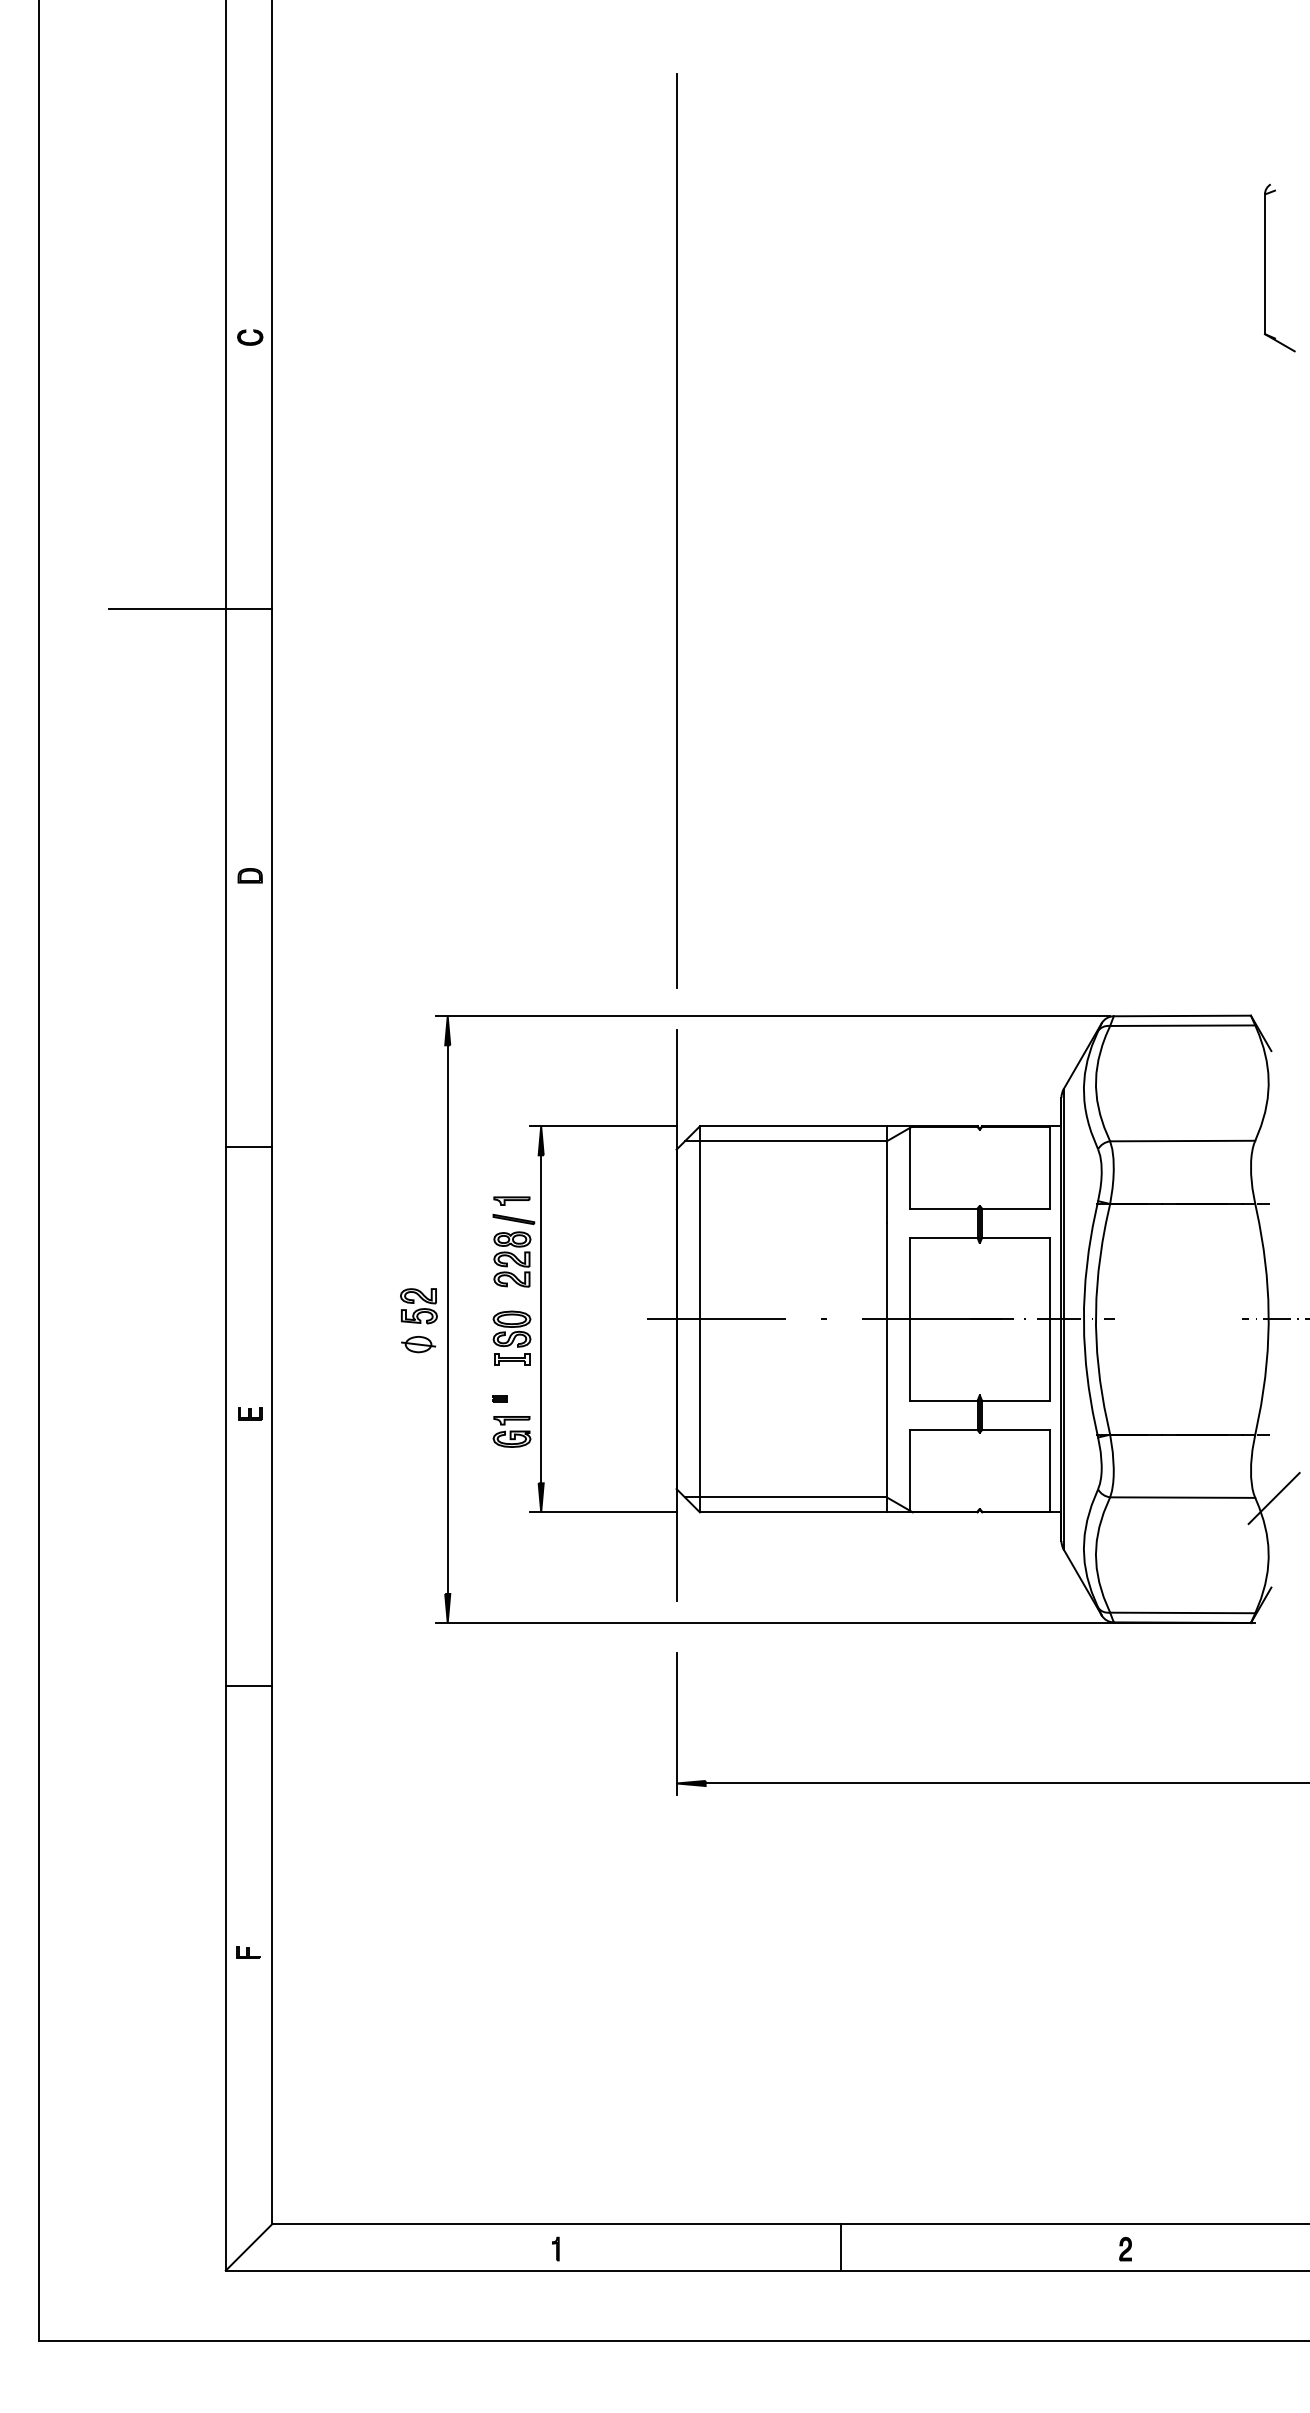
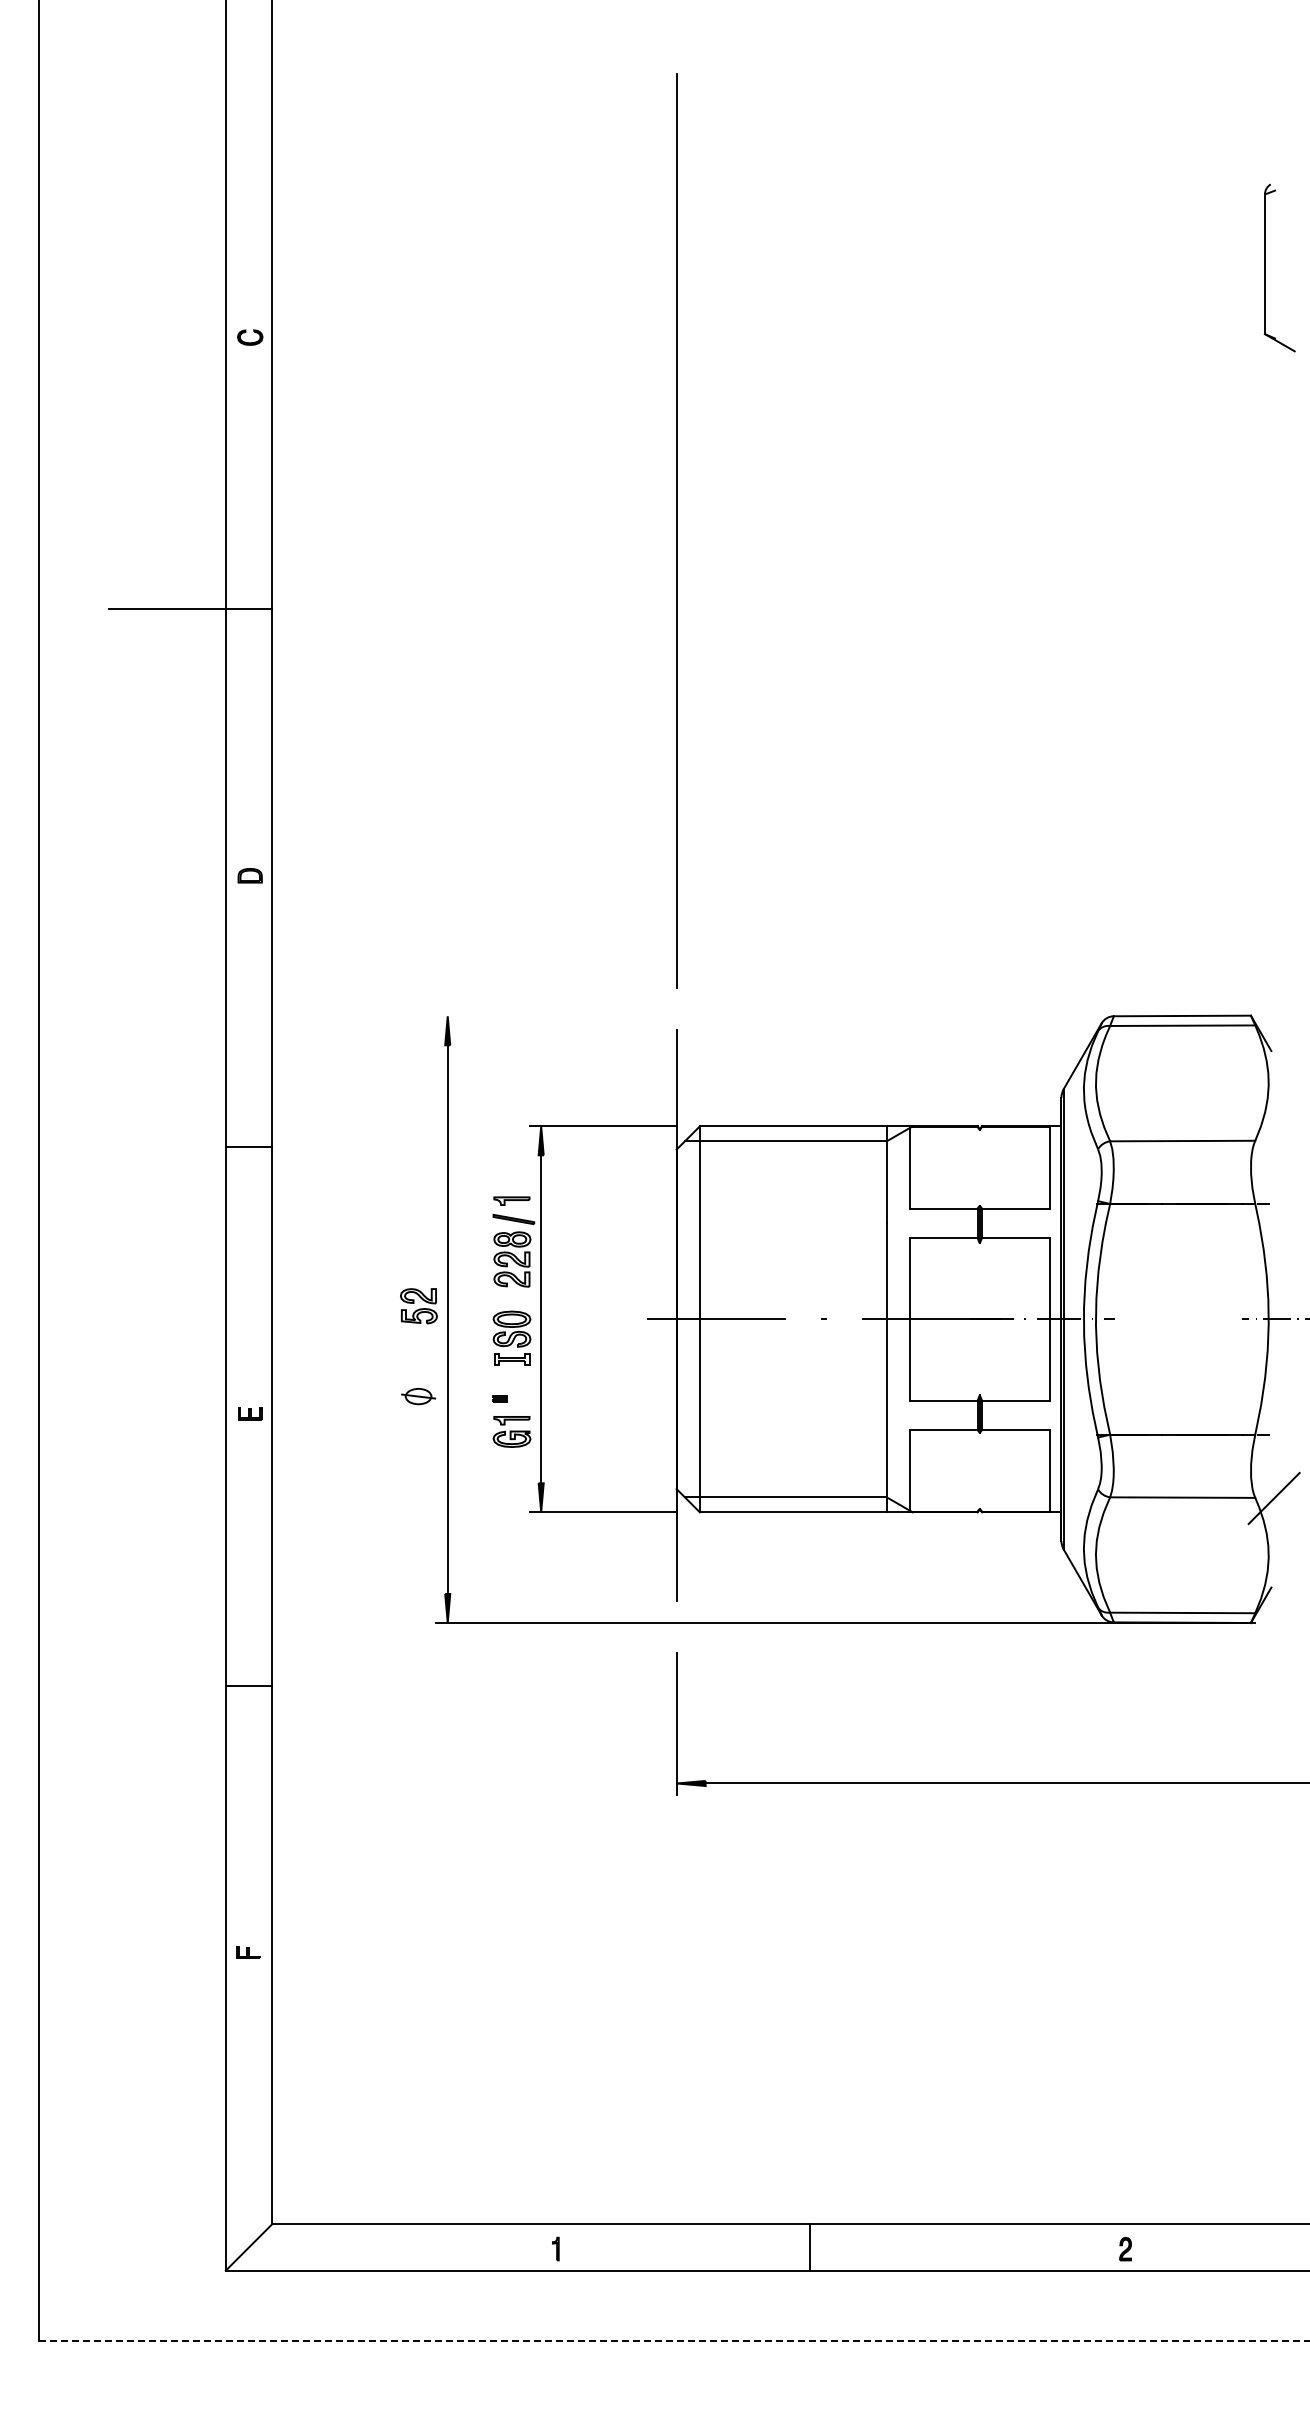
line at (773, 1016): present -> none
part at (418, 1344) position: (418, 1344) -> (418, 1396)
line at (841, 2246) position: (841, 2246) -> (810, 2246)
line at (674, 2340): solid -> dashed
